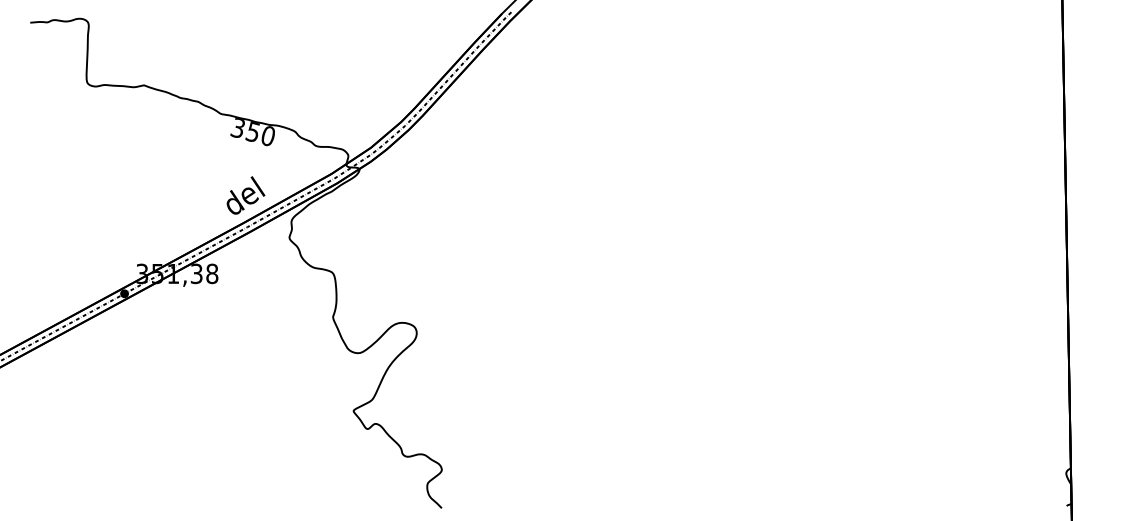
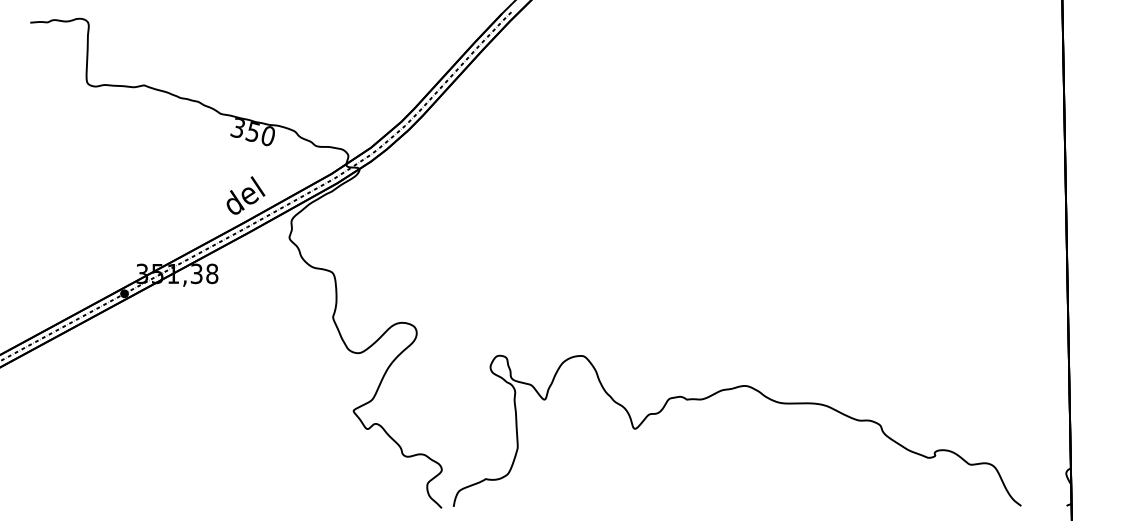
curve at (729, 390): none -> present
